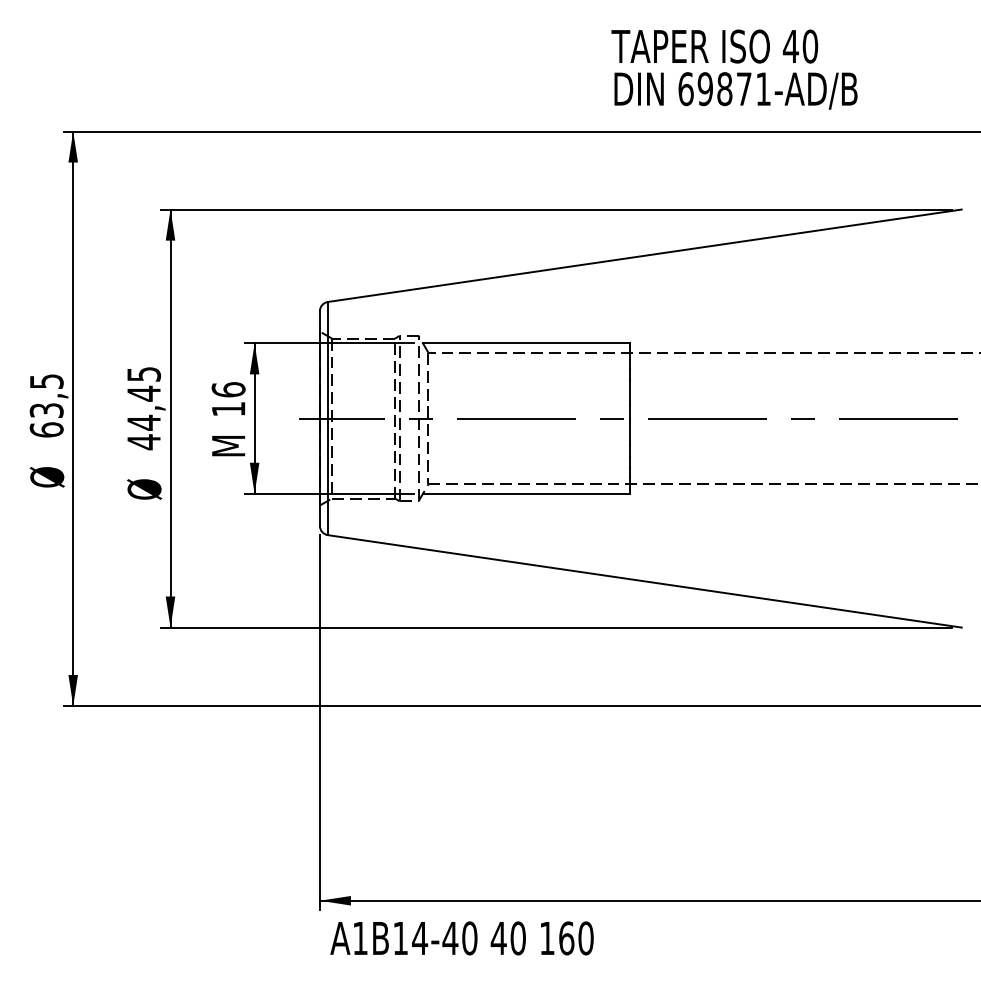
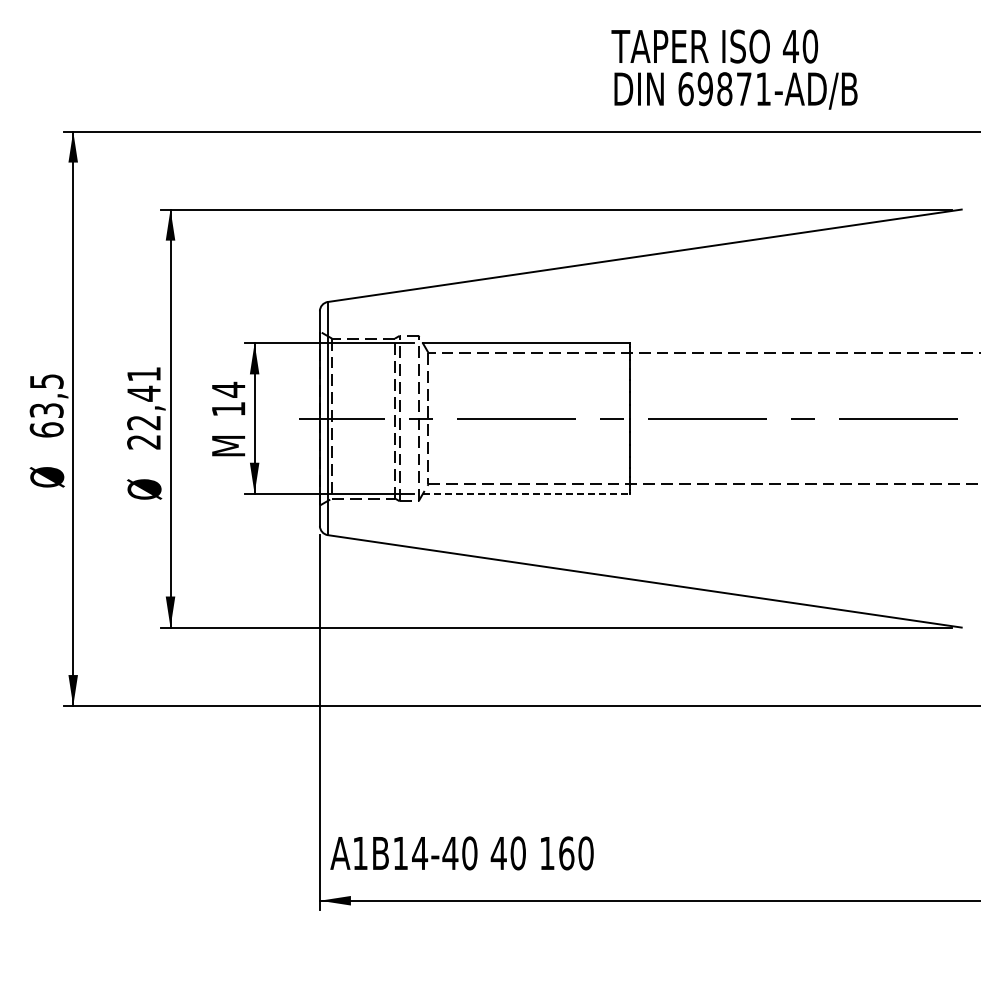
text at (228, 389): 16 -> 14
text at (144, 408): 44,45 -> 22,41
line at (526, 493): solid -> dashed
text at (461, 938) position: (461, 938) -> (461, 853)
